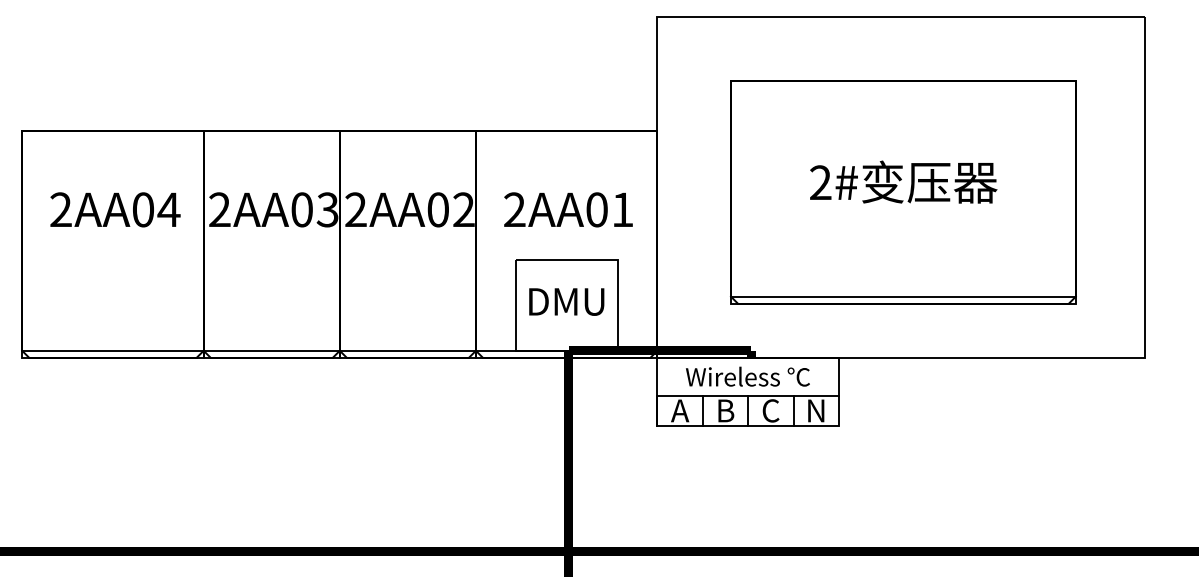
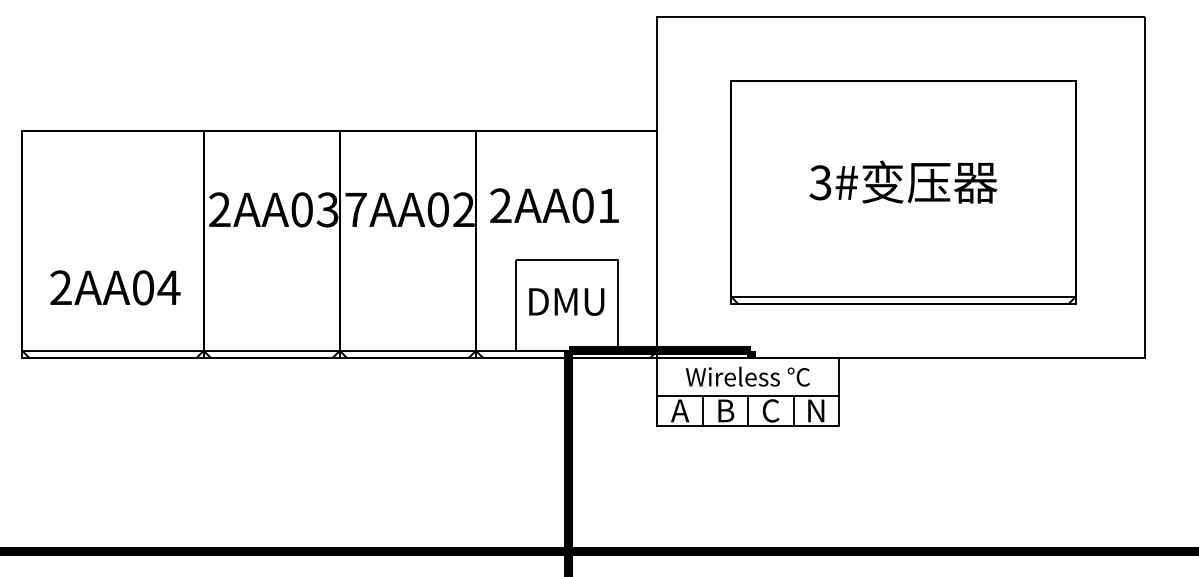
text at (820, 183): 2# -> 3#
text at (115, 209) position: (115, 209) -> (115, 287)
text at (355, 209): 2AA02 -> 7AA02
text at (568, 209) position: (568, 209) -> (554, 205)
